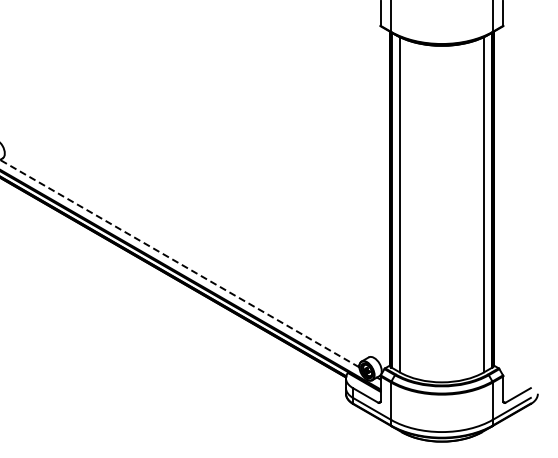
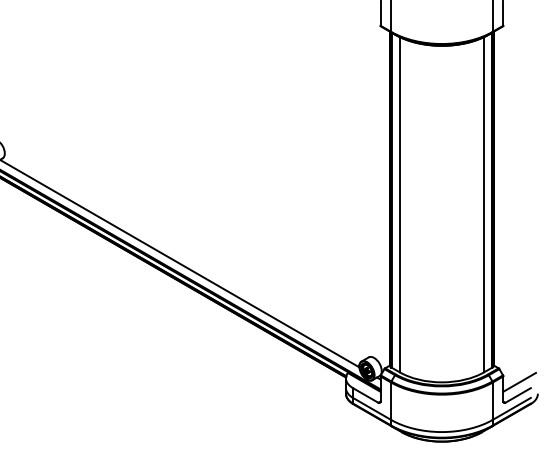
line at (179, 263): dashed -> solid
line at (519, 381): none -> present
